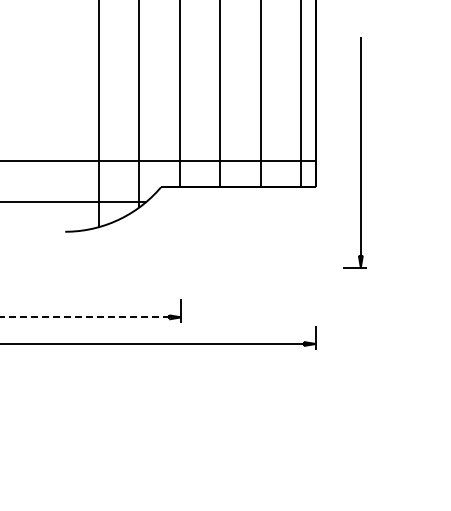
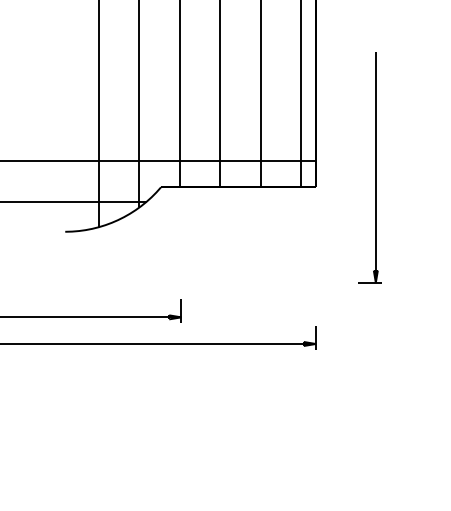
part at (354, 152) position: (354, 152) -> (369, 167)
line at (90, 317): dashed -> solid
